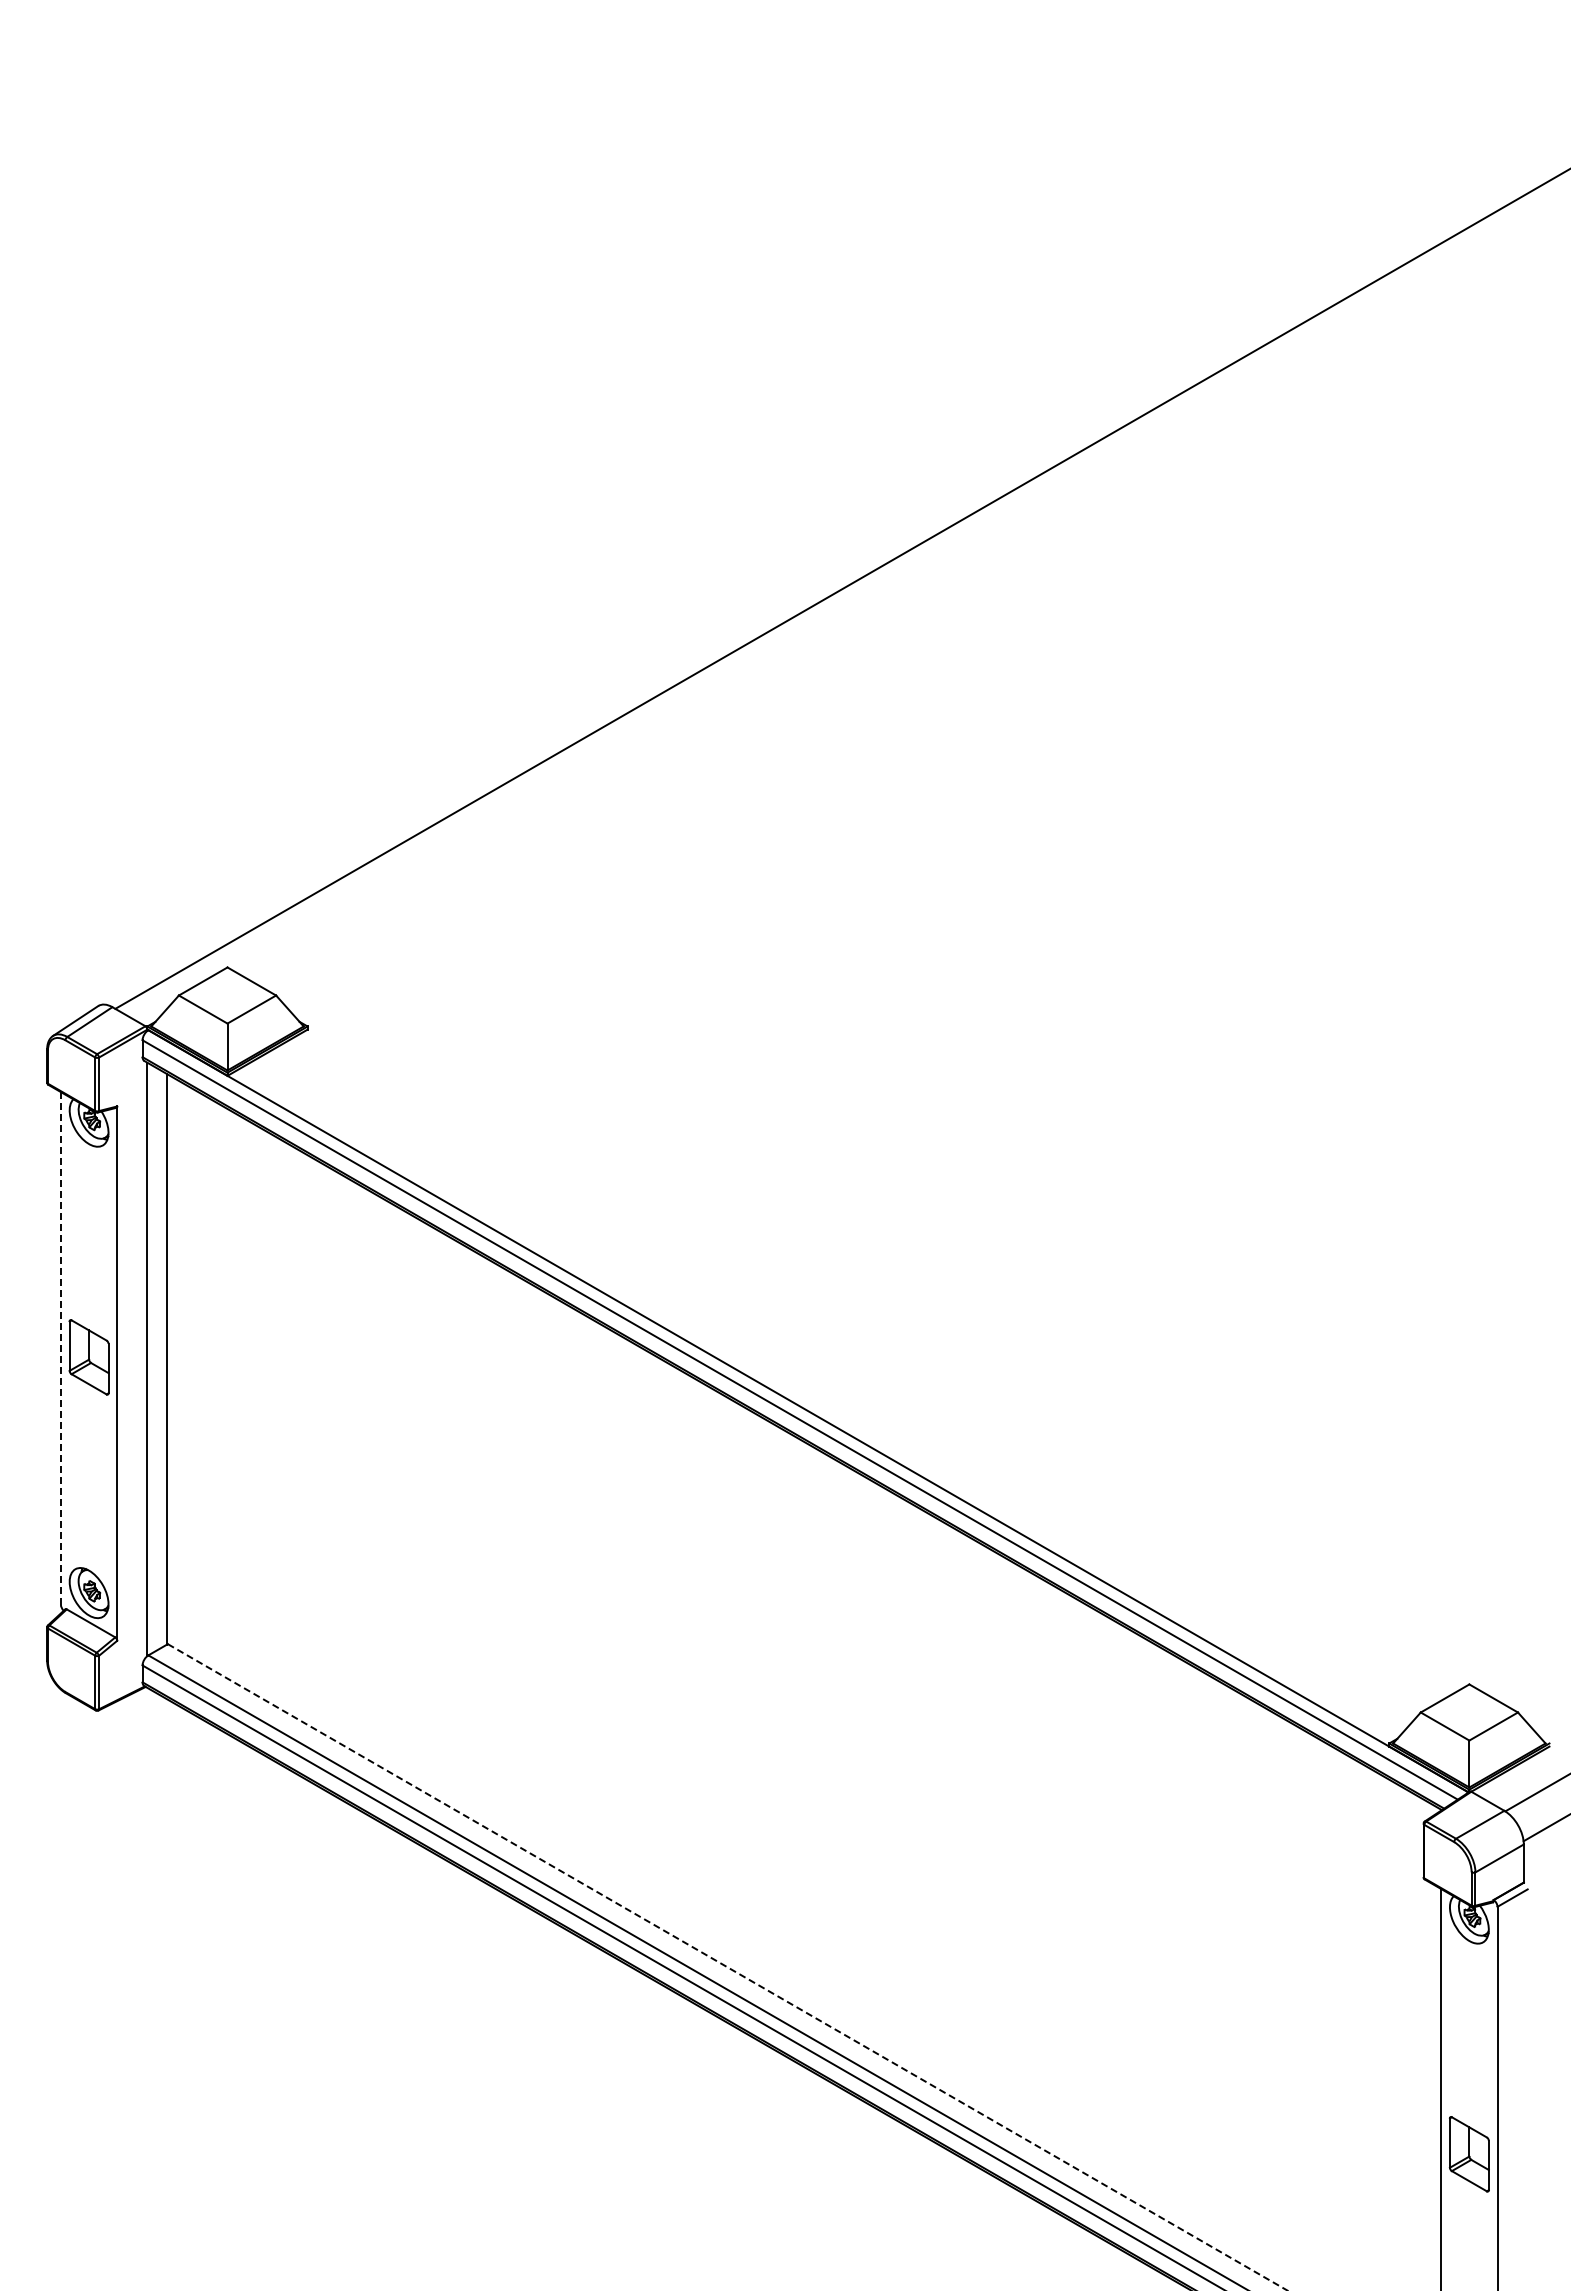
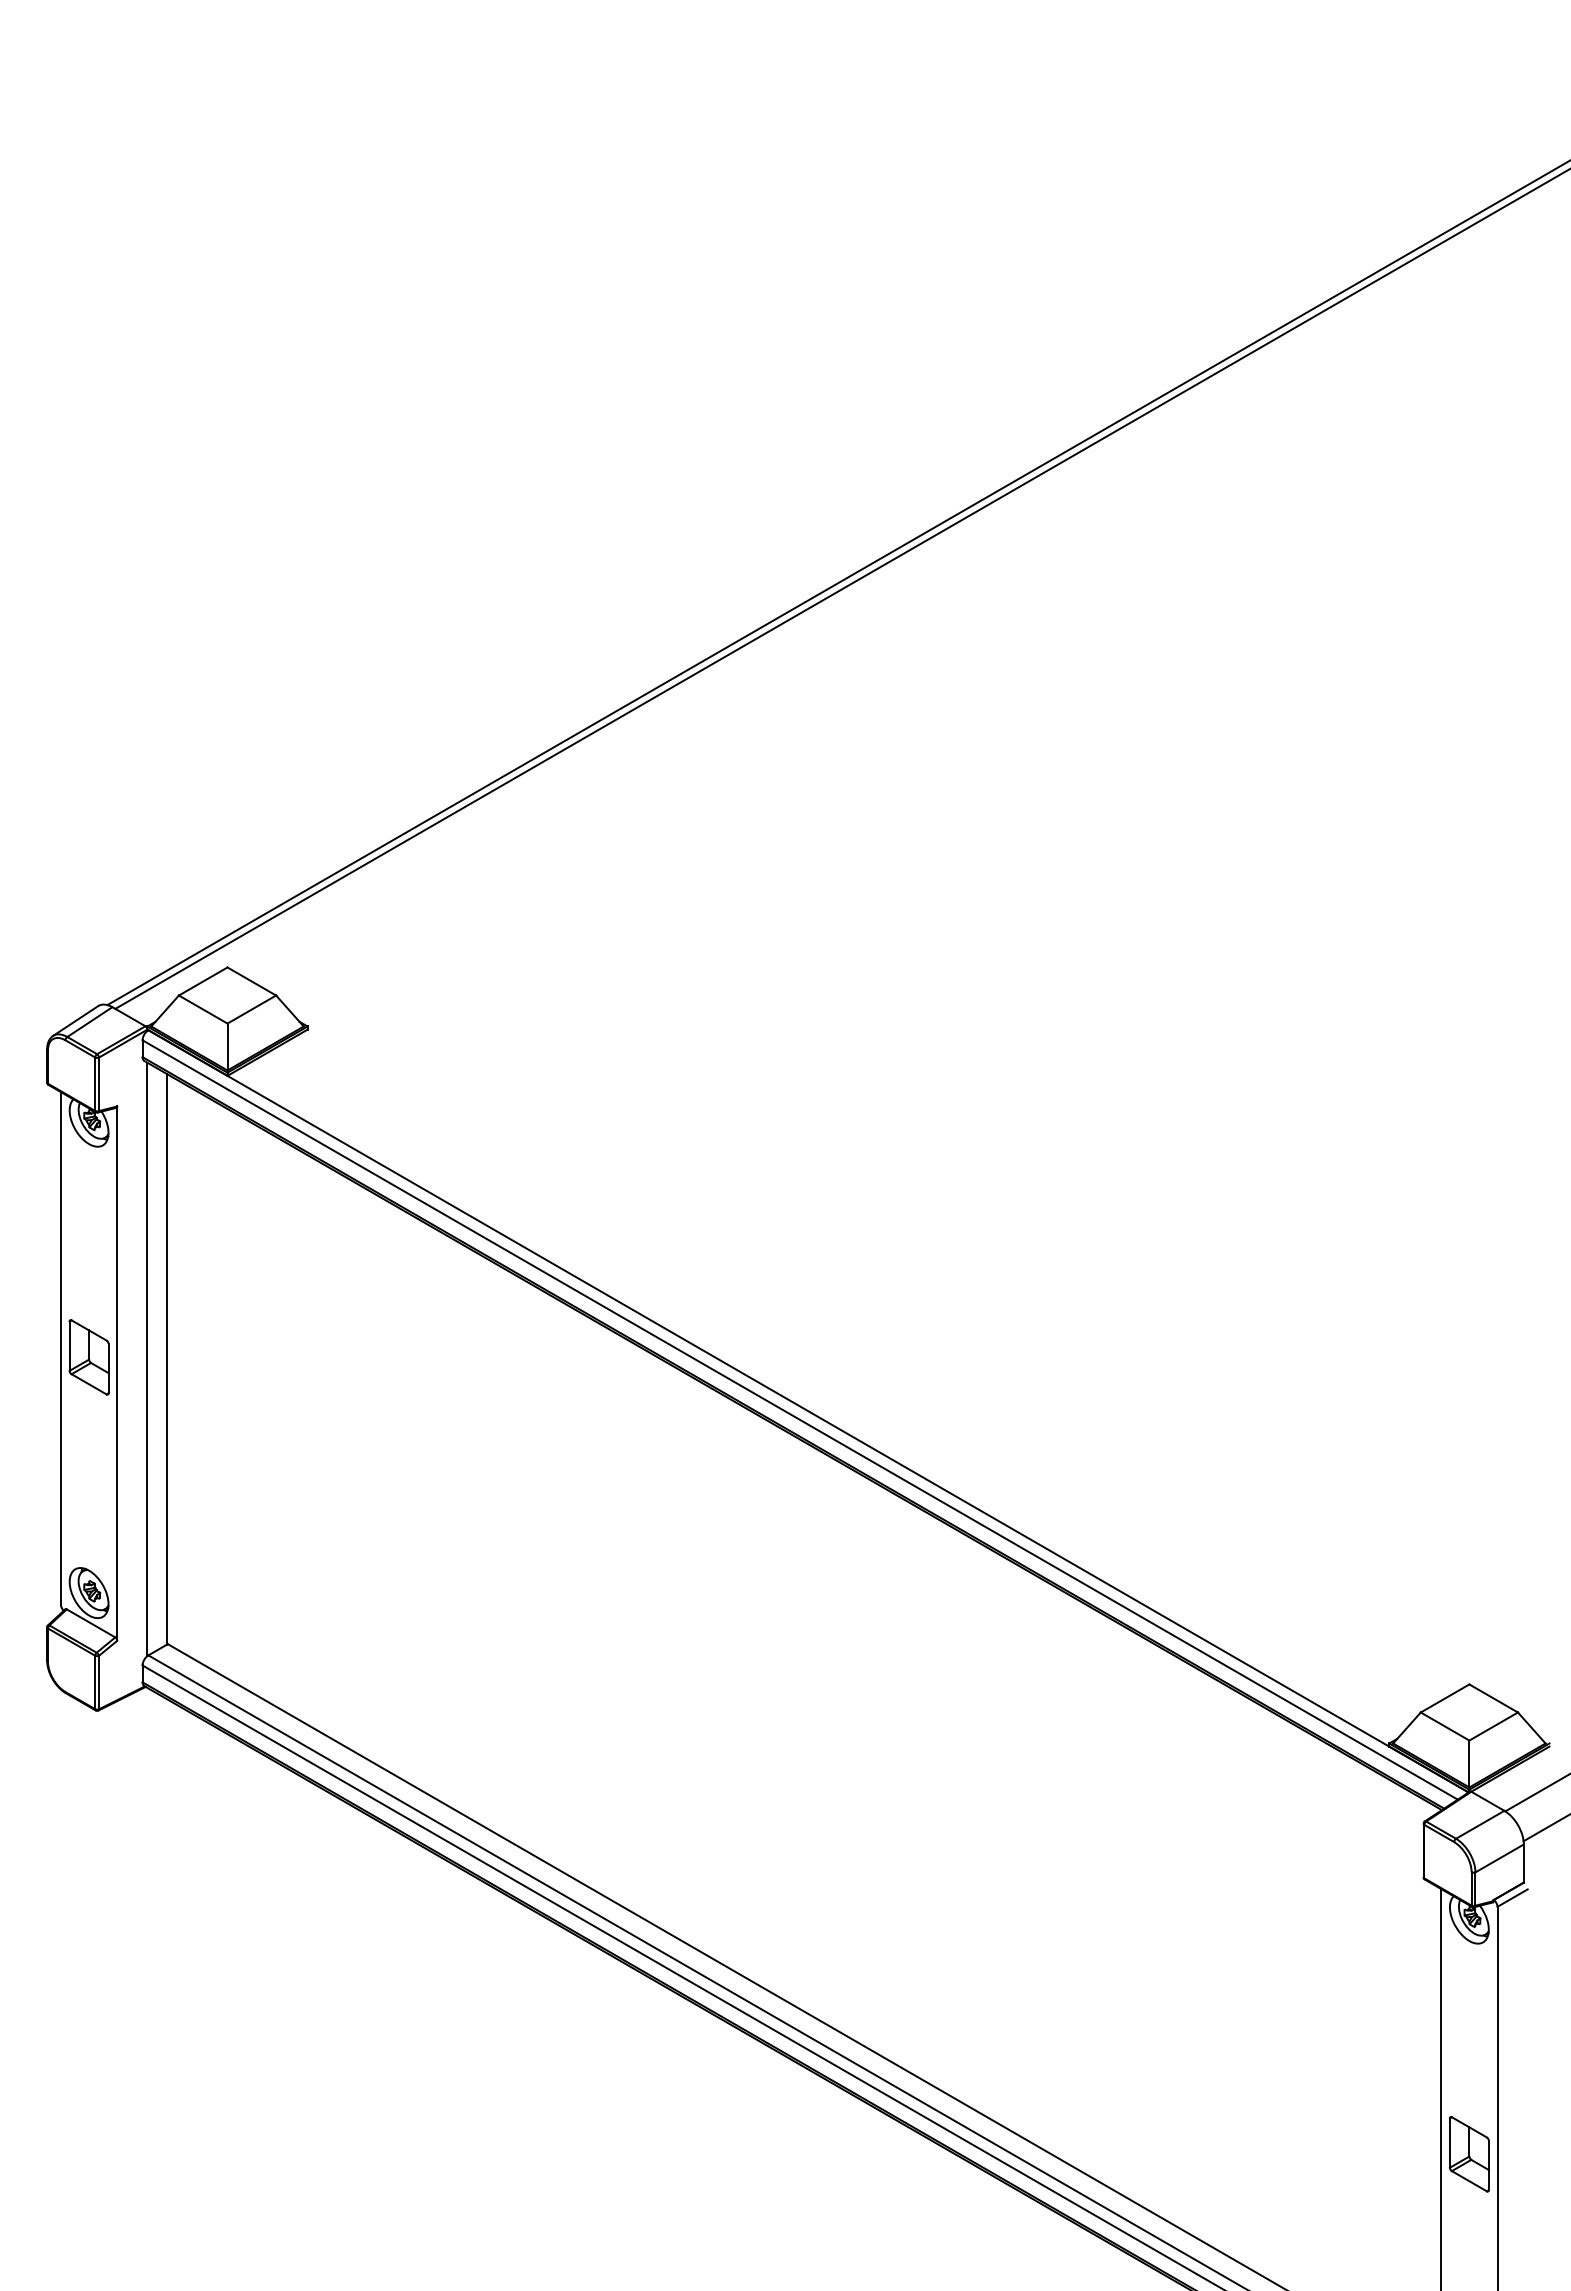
line at (837, 583): none -> present
line at (60, 1347): dashed -> solid
line at (727, 1967): dashed -> solid
